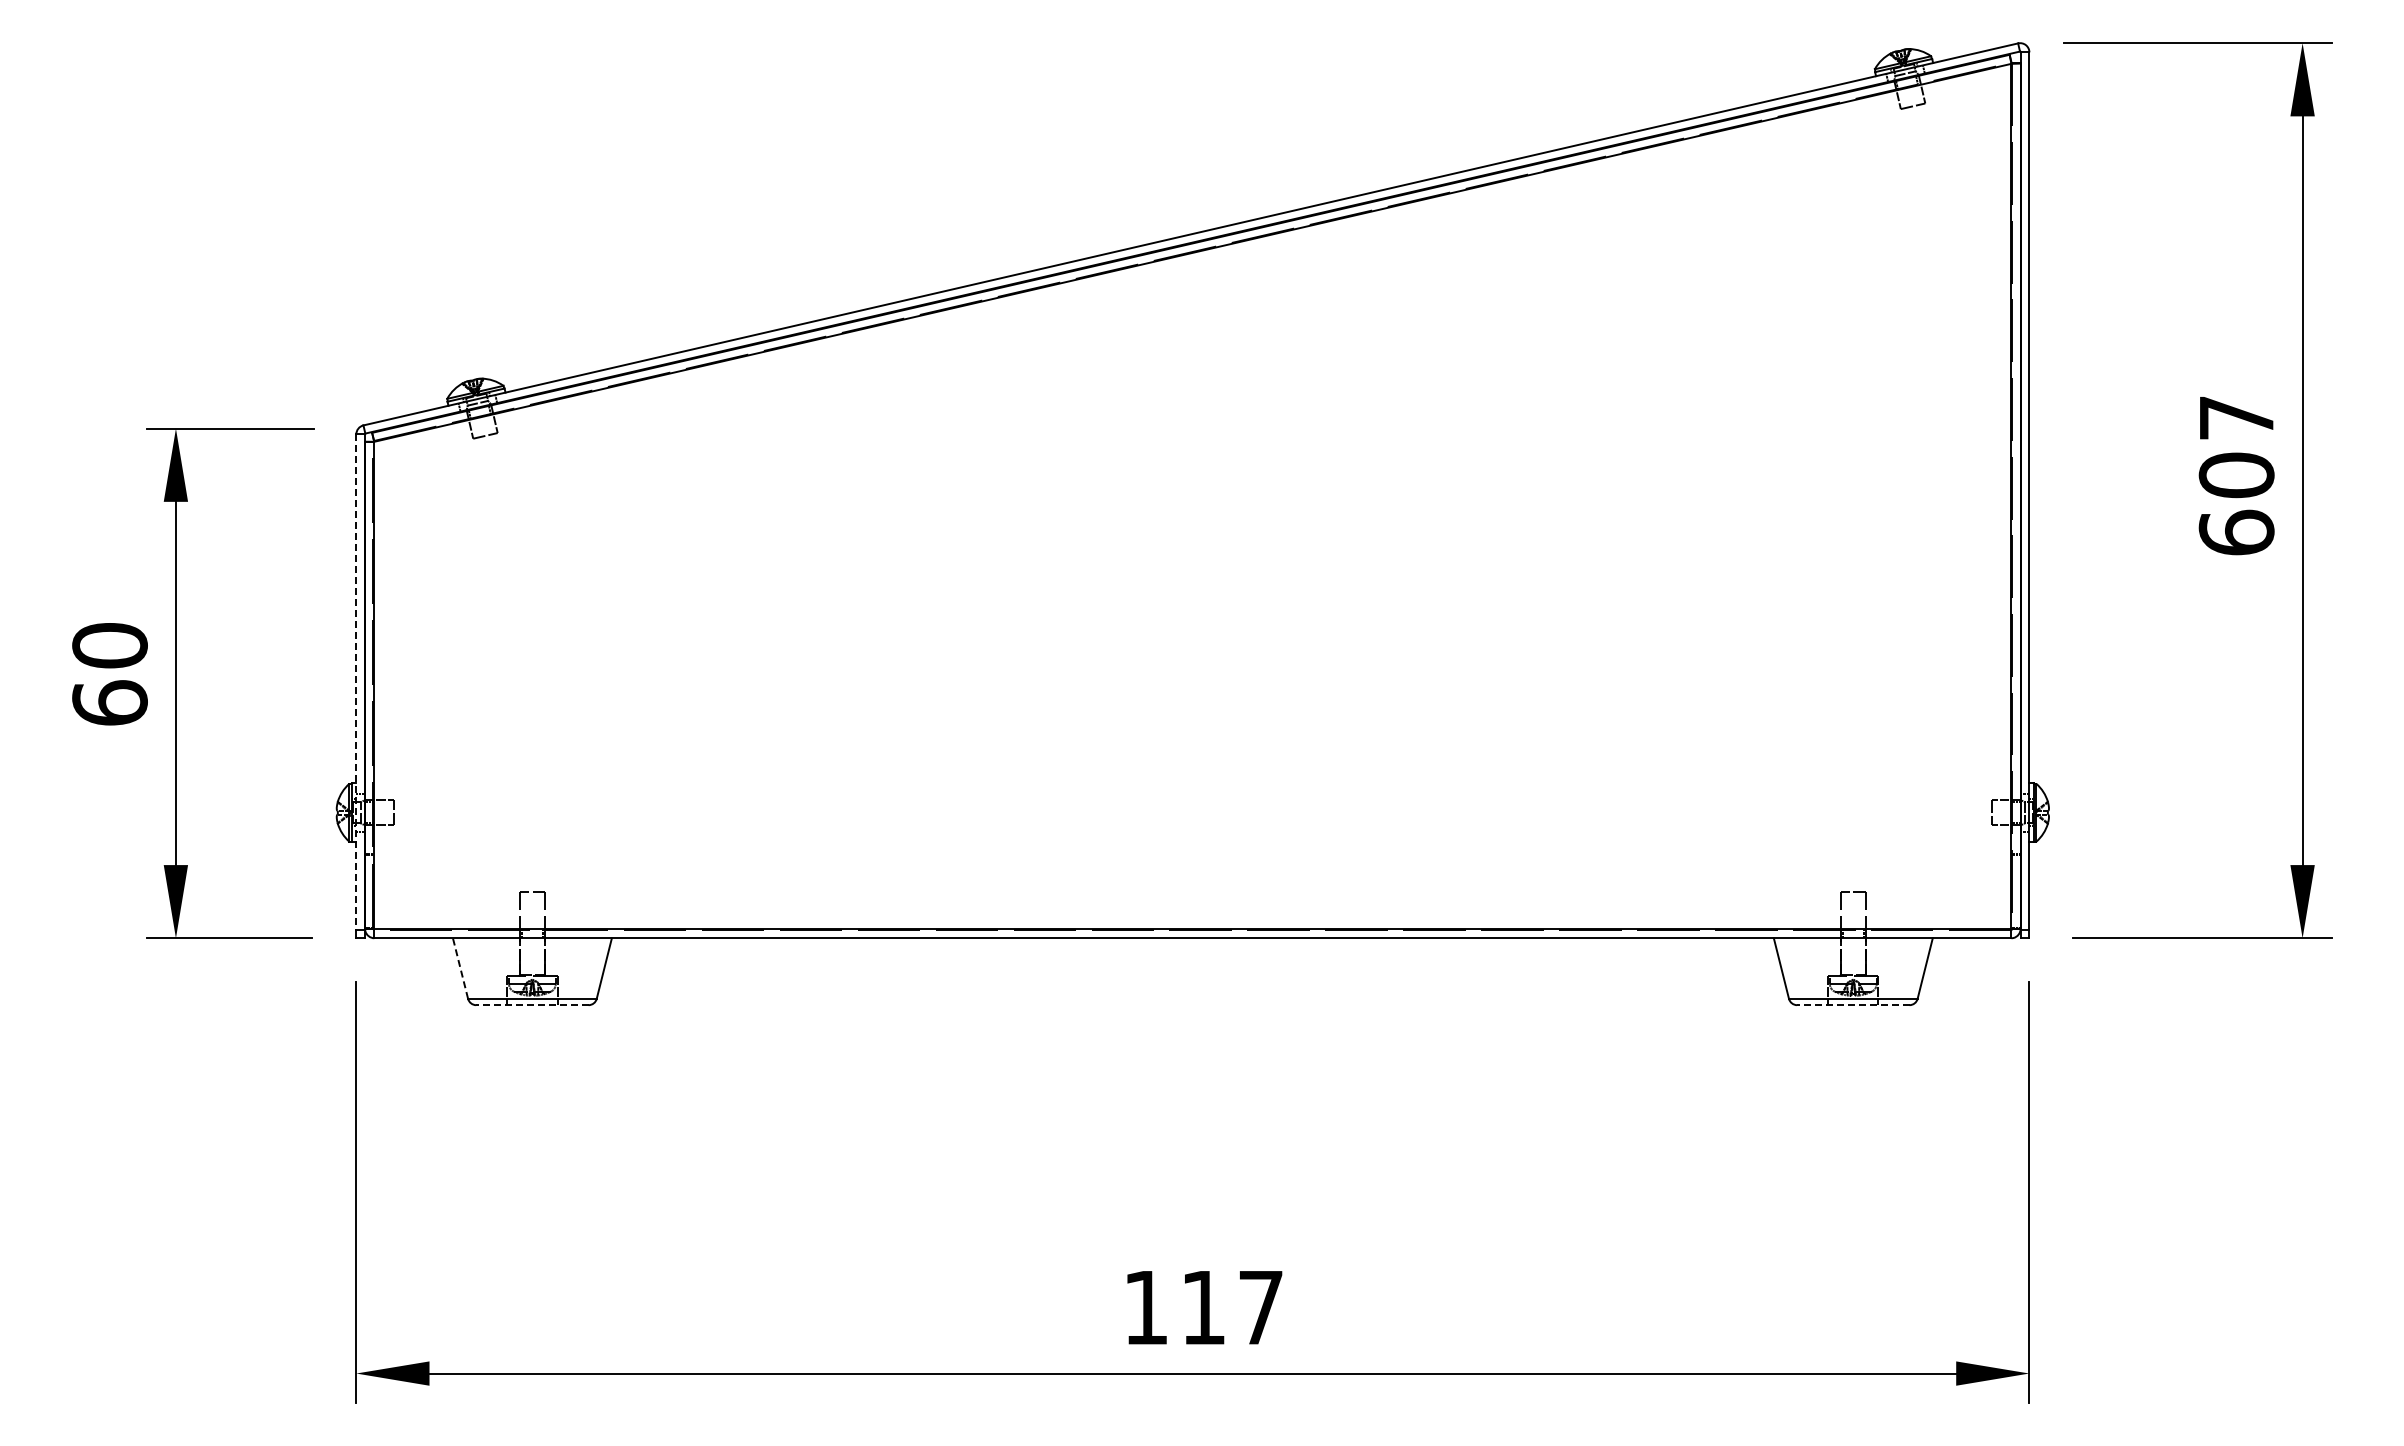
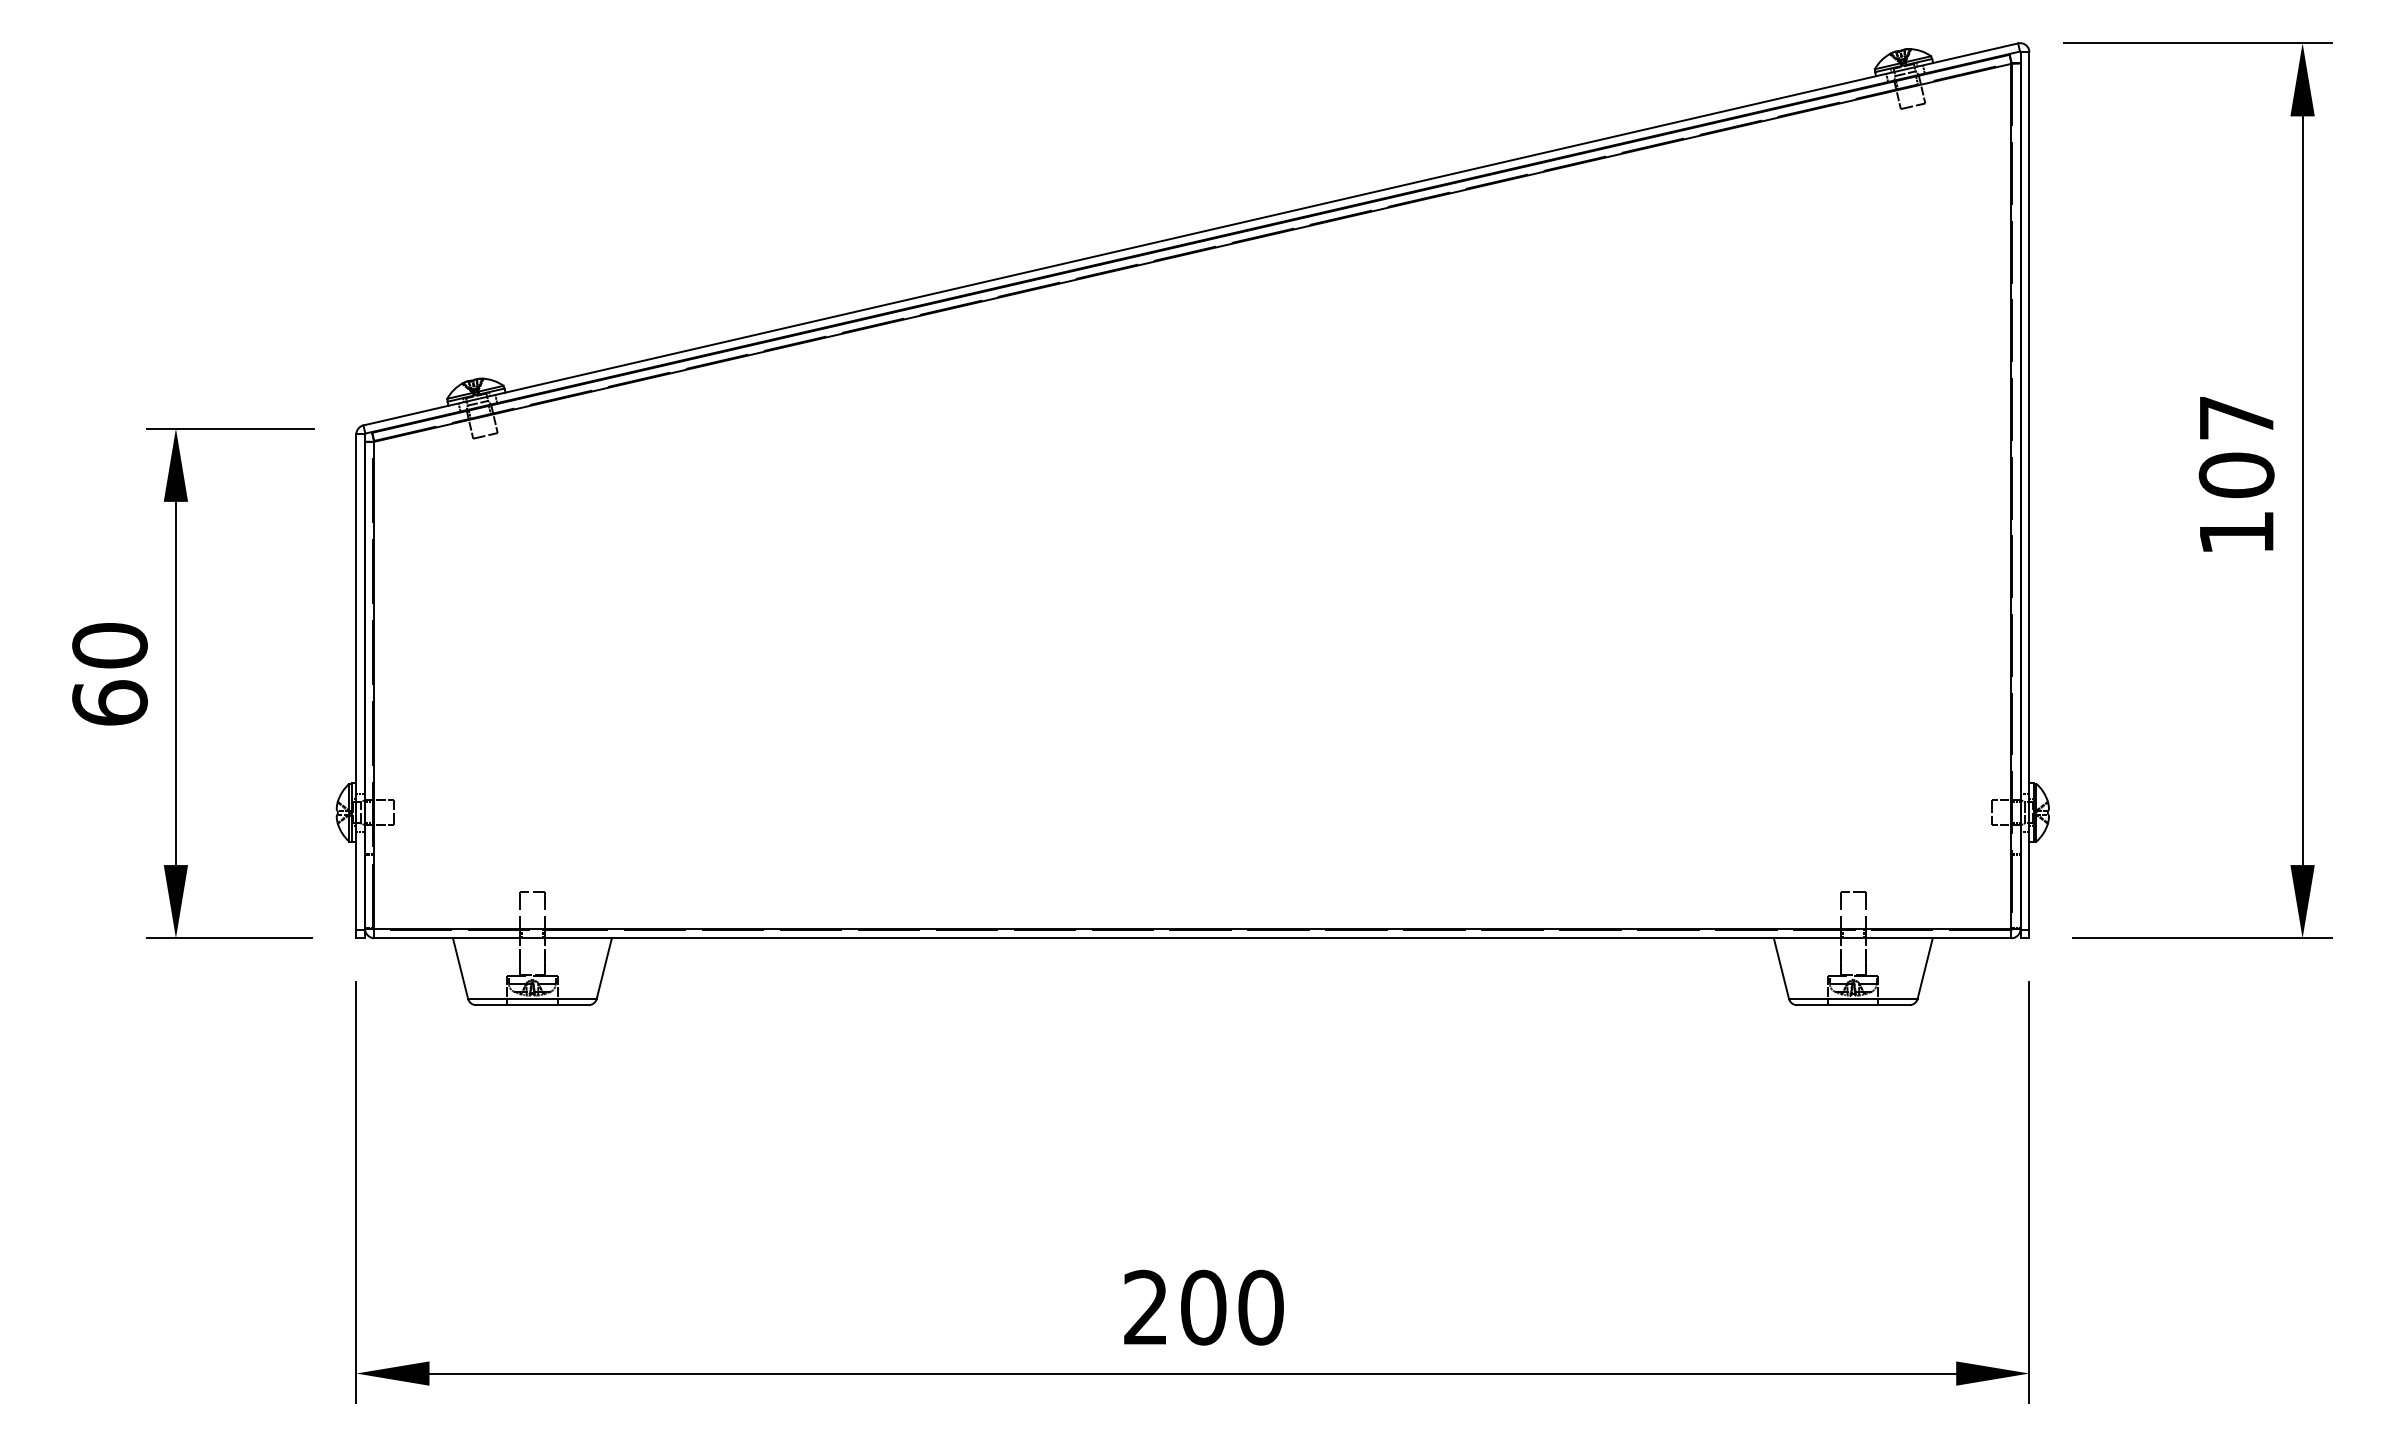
text at (2236, 532): 607 -> 107
line at (356, 682): dashed -> solid
line at (460, 968): dashed -> solid
line at (531, 1005): dashed -> solid
line at (1852, 1005): dashed -> solid
text at (1203, 1307): 117 -> 200
